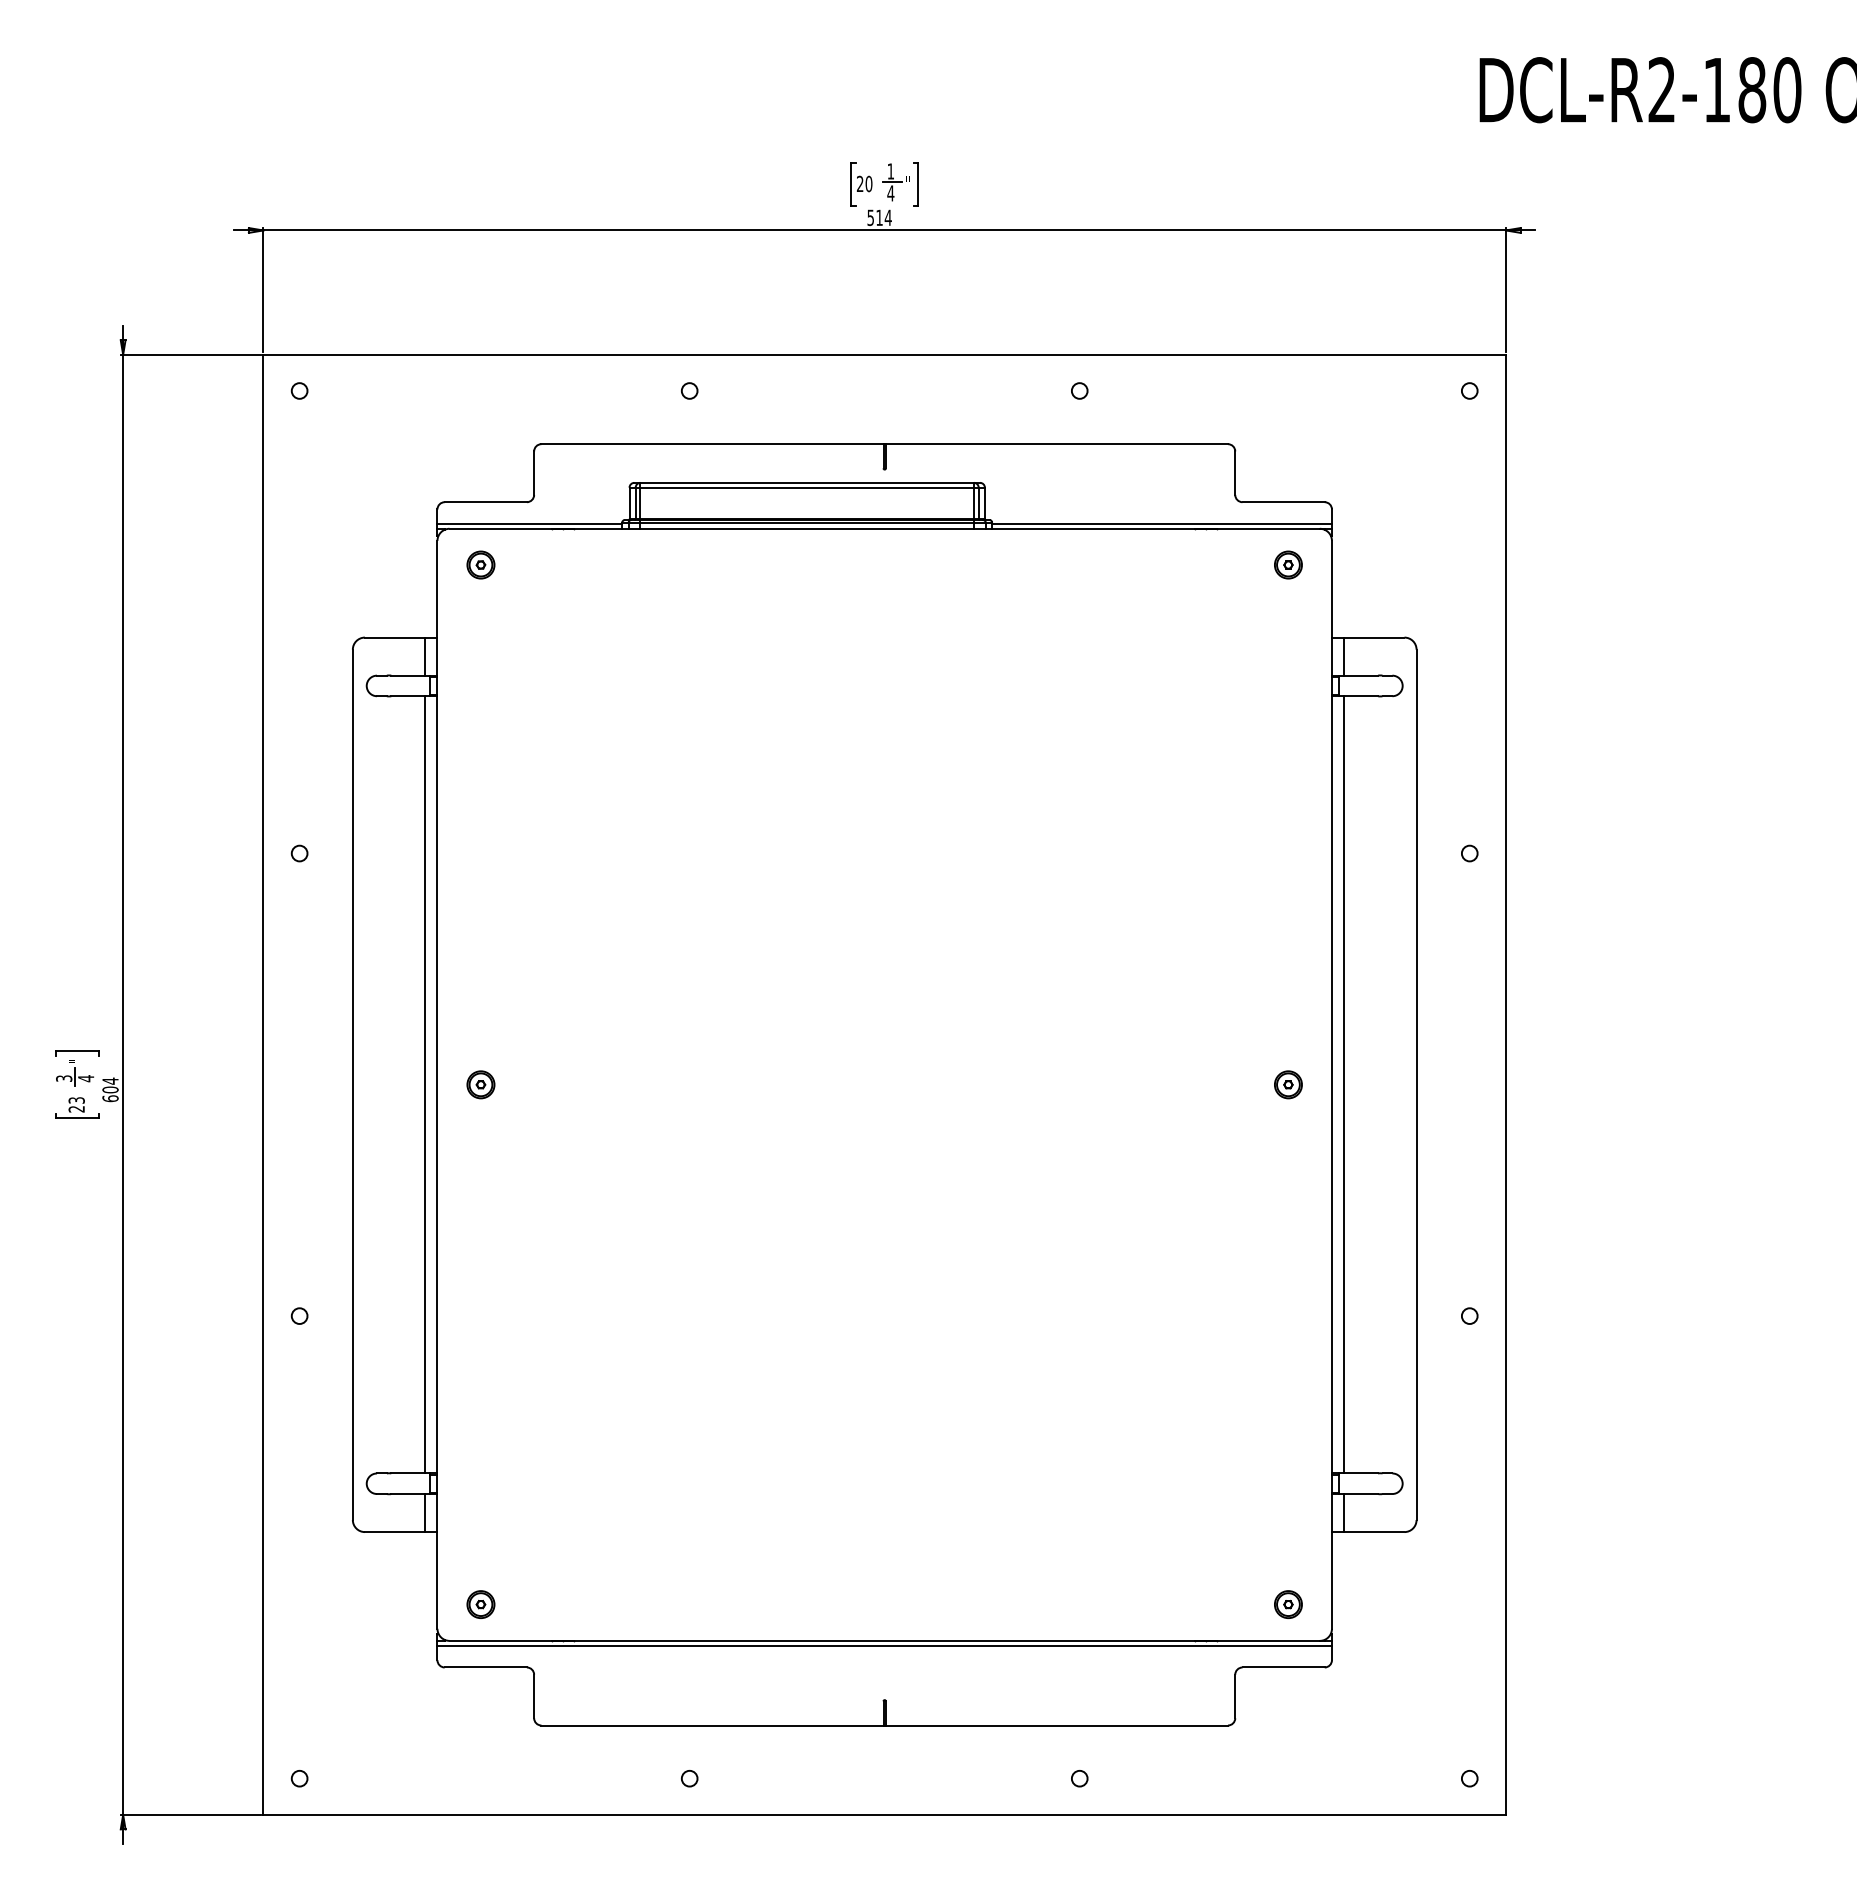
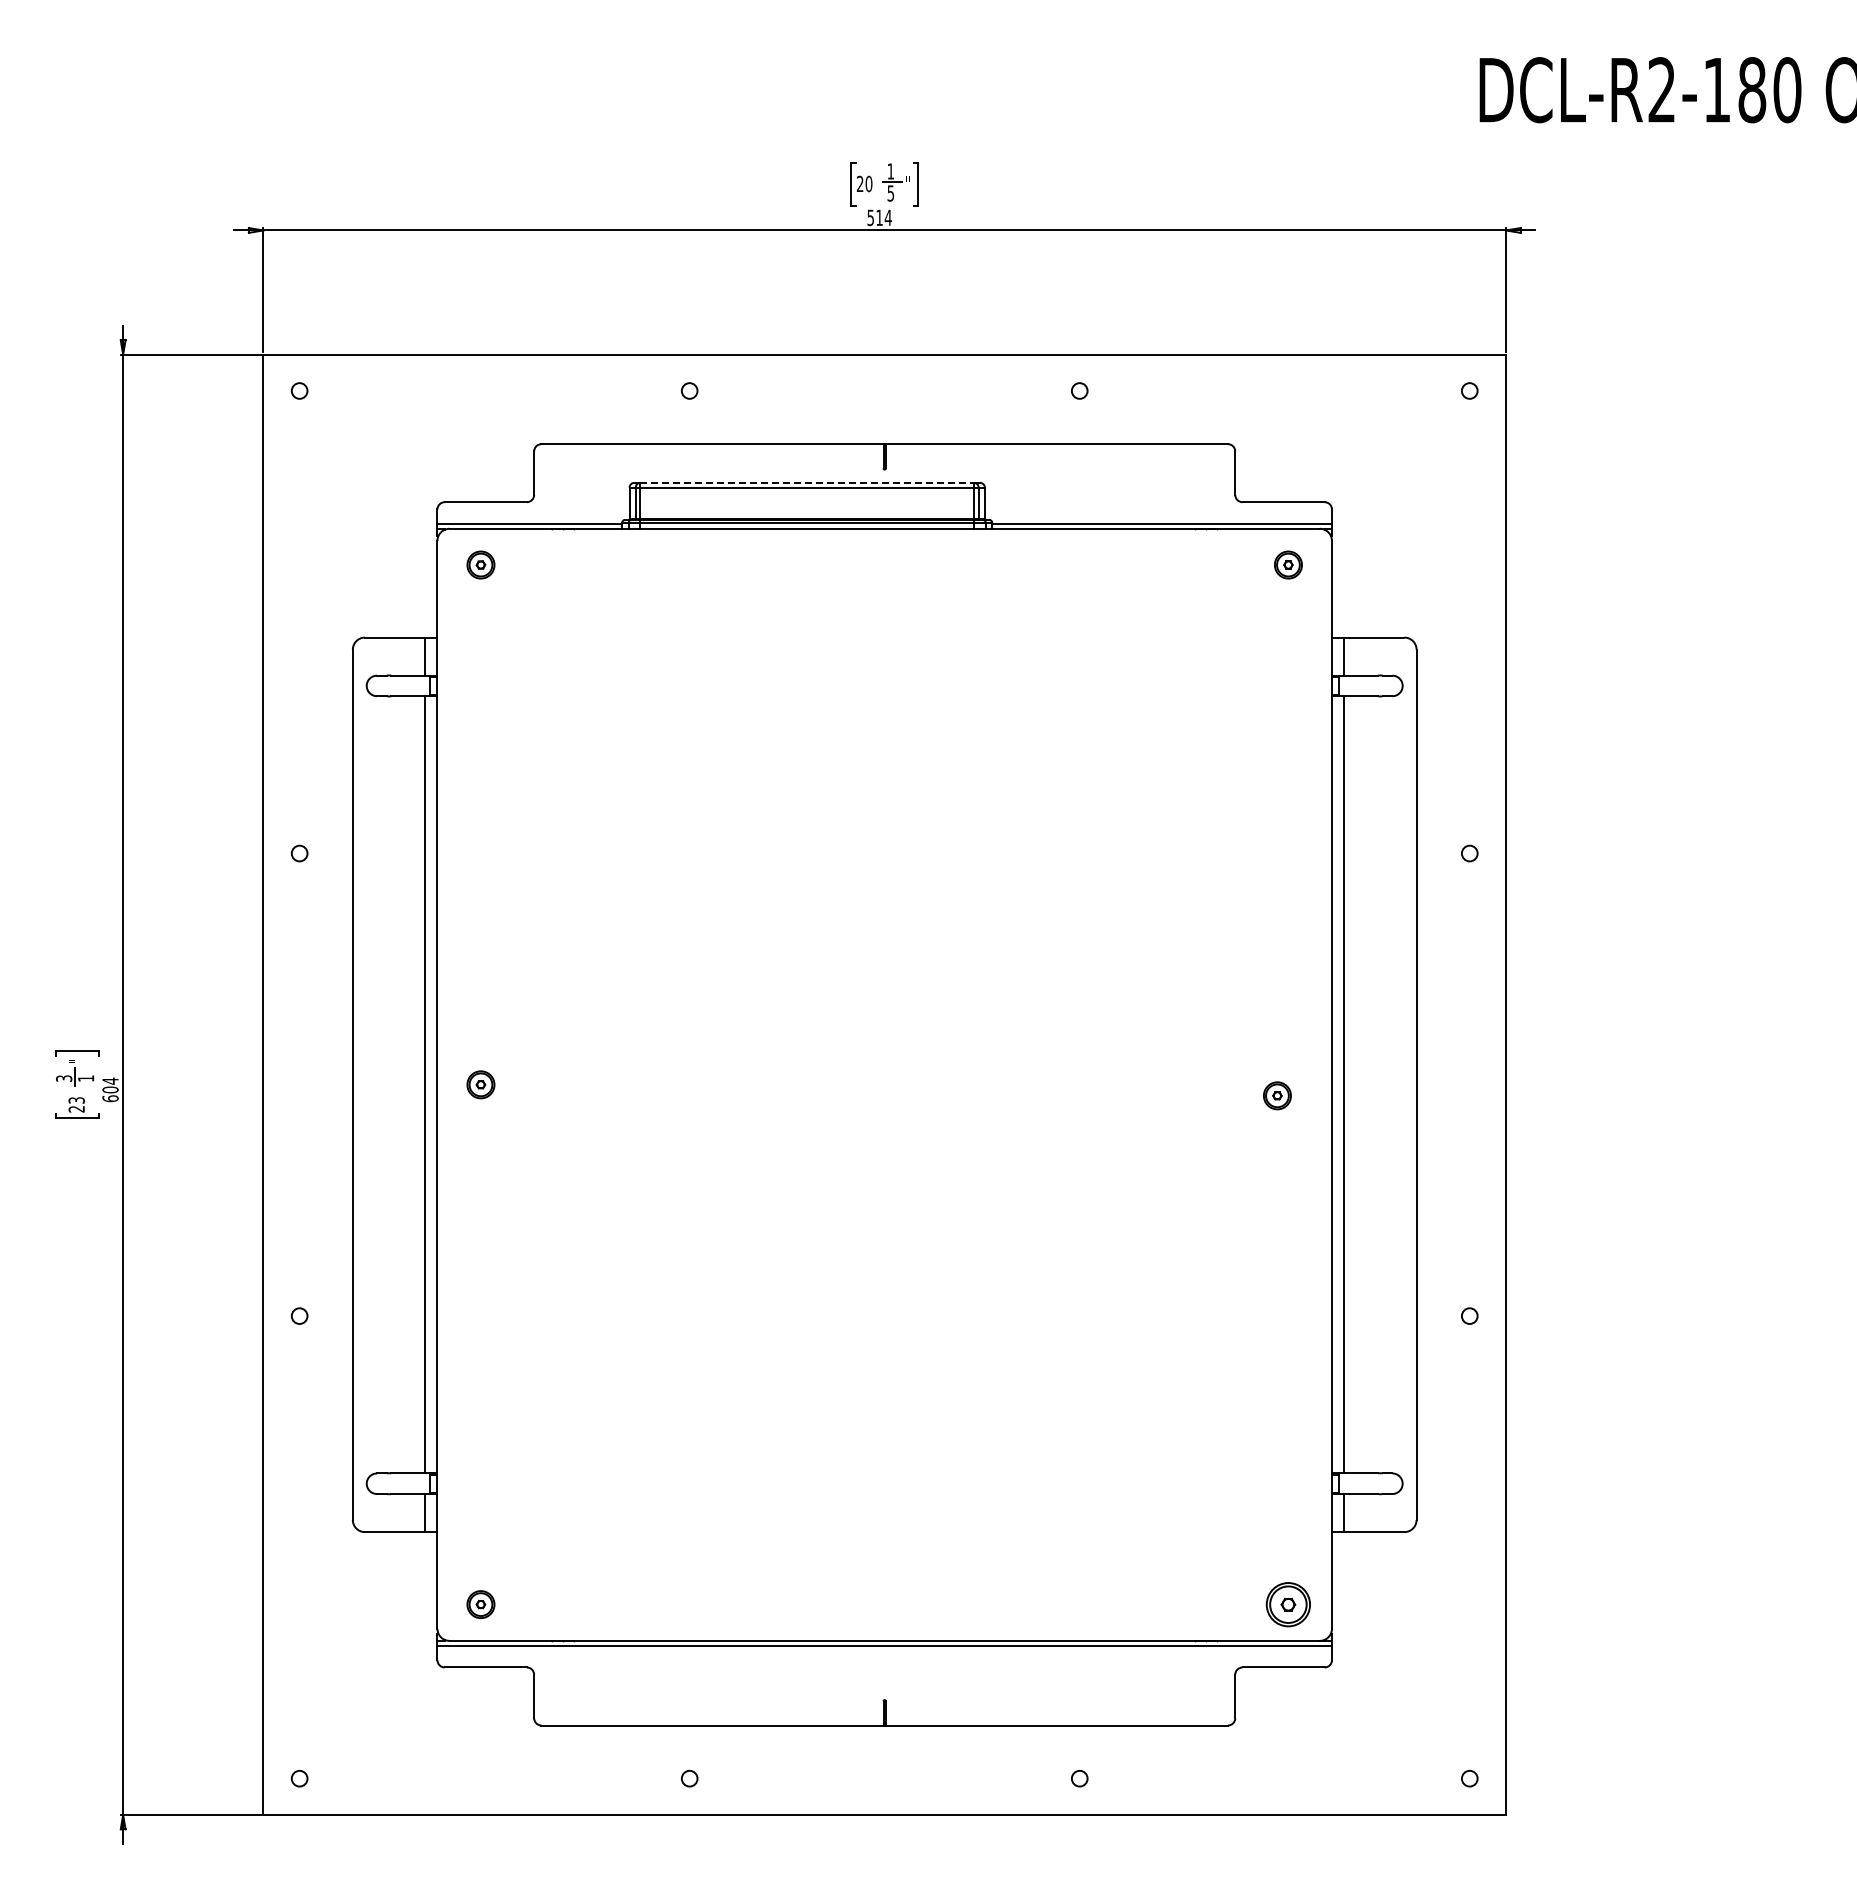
text at (890, 193): 4 -> 5
line at (807, 482): solid -> dashed
text at (86, 1078): 4 -> 1
part at (1288, 1084) position: (1288, 1084) -> (1277, 1095)
part at (1288, 1604) size: 29x29 px -> 46x46 px
